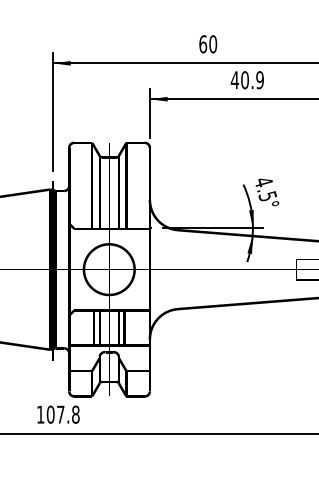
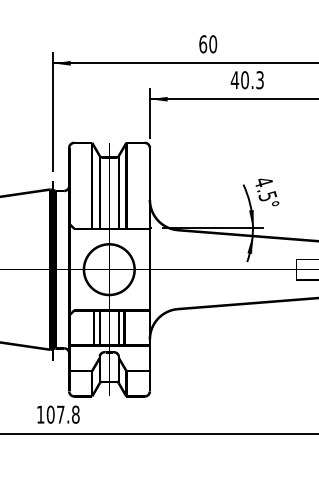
text at (259, 80): 40.9 -> 40.3
